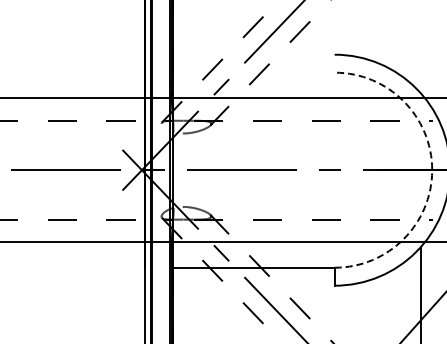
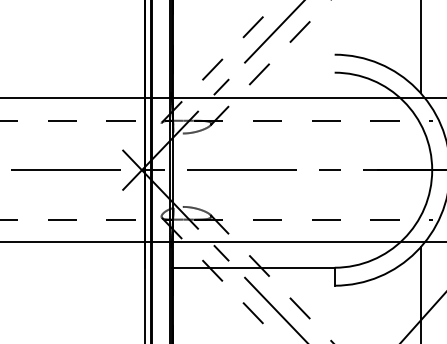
line at (420, 47): none -> present
arc at (432, 170): dashed -> solid
